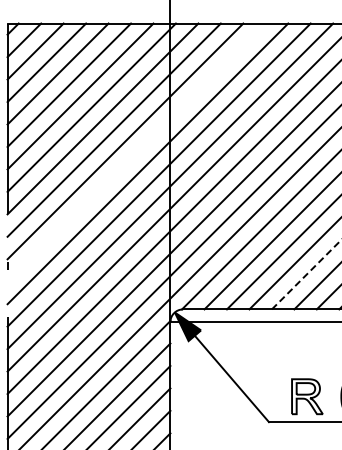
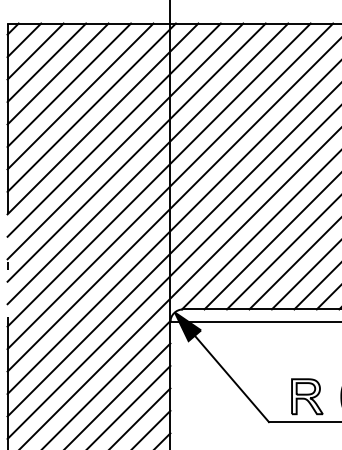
line at (136, 152): none -> present
line at (307, 274): dashed -> solid
